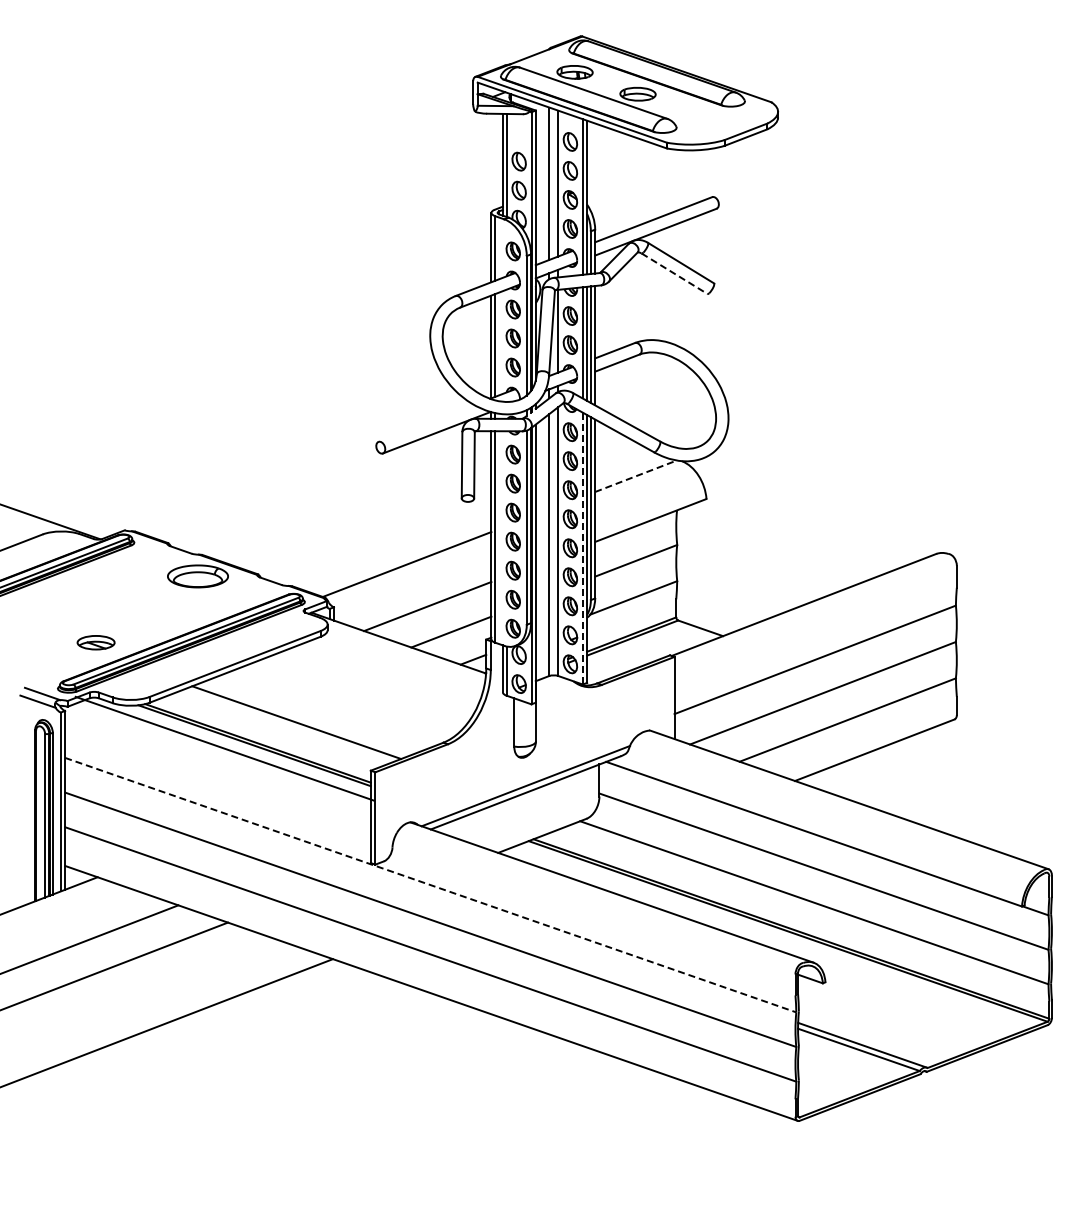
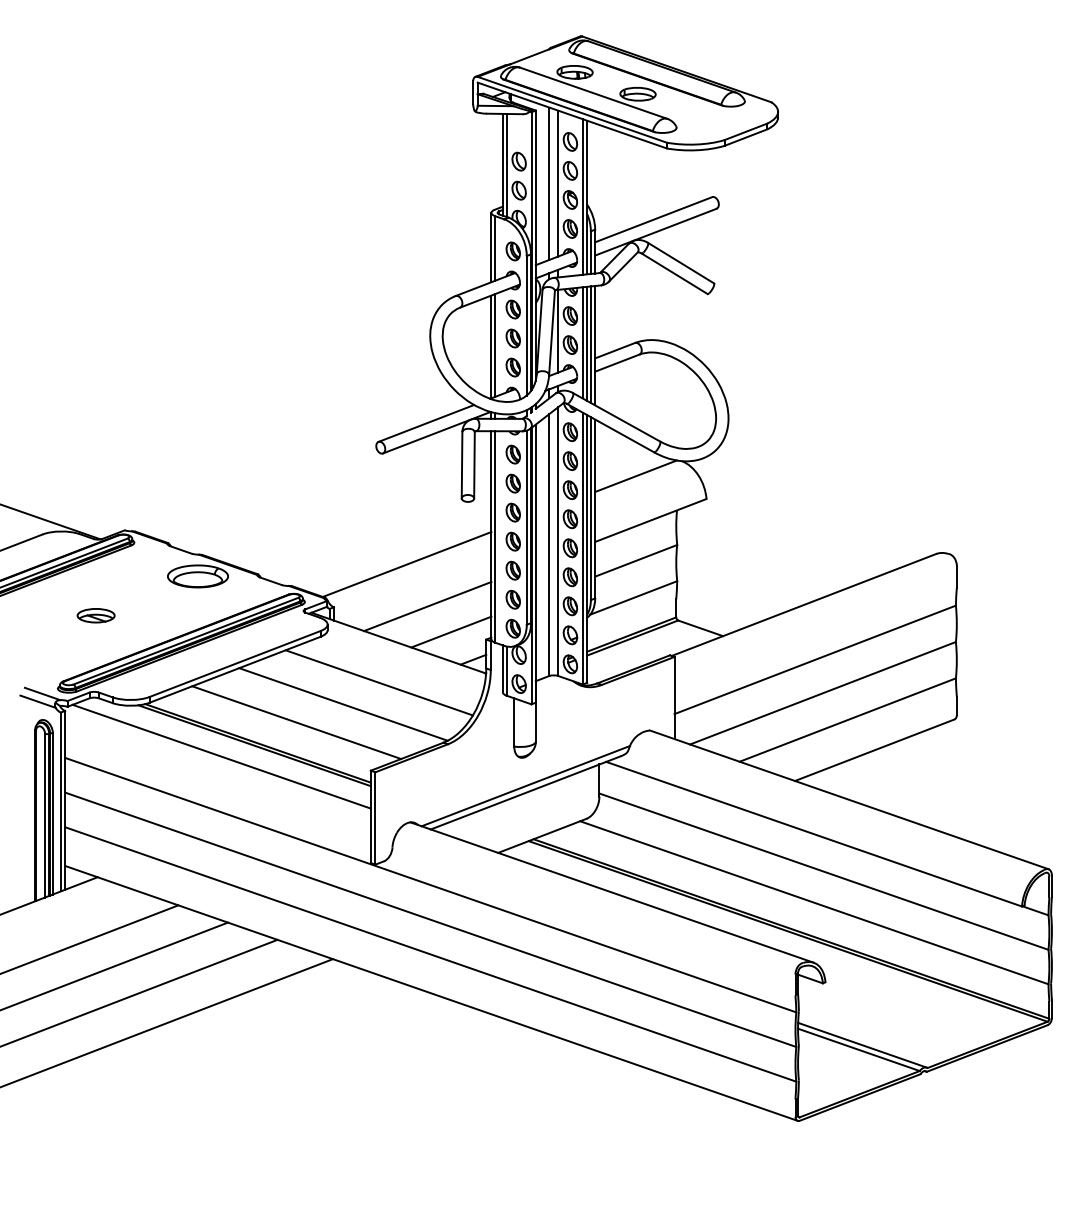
line at (674, 273): dashed -> solid
line at (426, 423): none -> present
line at (635, 476): dashed -> solid
line at (582, 548): dashed -> solid
part at (95, 642) position: (95, 642) -> (95, 615)
line at (379, 682): none -> present
line at (343, 704): none -> present
line at (224, 748) position: (224, 748) -> (221, 756)
line at (431, 885): dashed -> solid
line at (139, 992): none -> present
